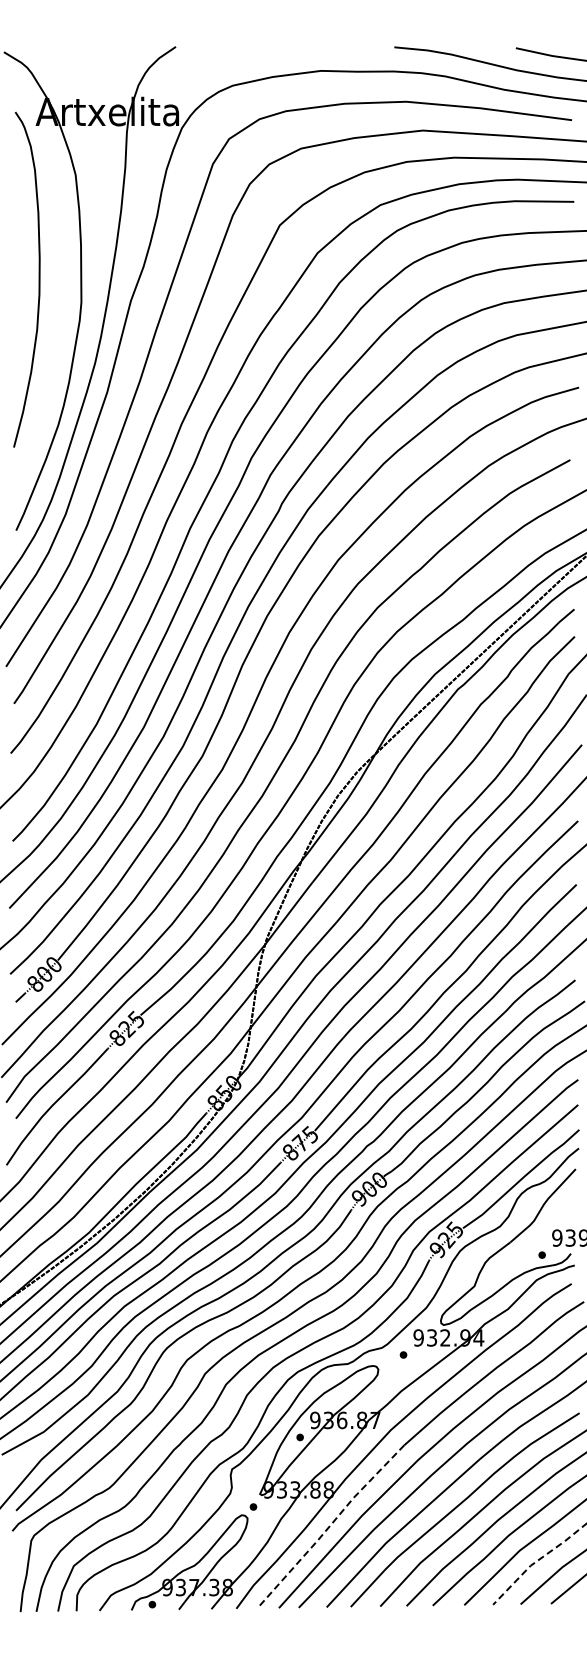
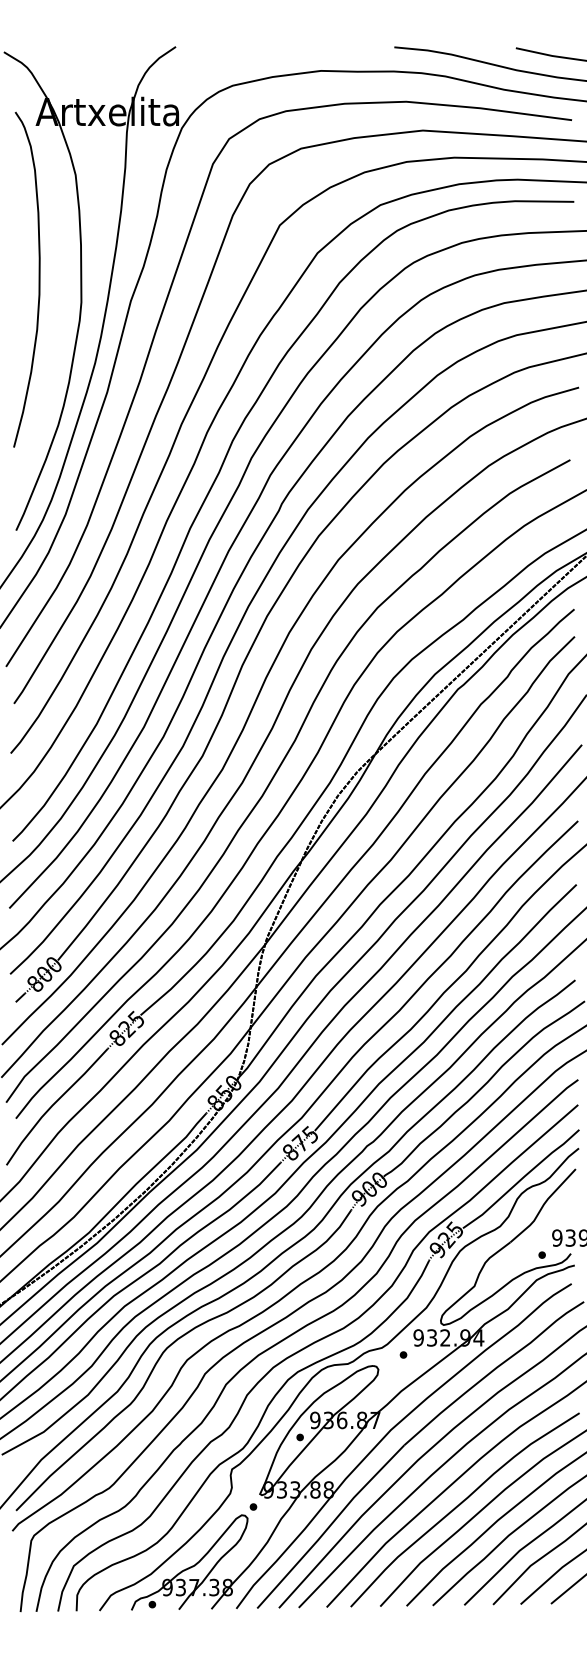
line at (329, 1526): dashed -> solid
line at (537, 1561): dashed -> solid
